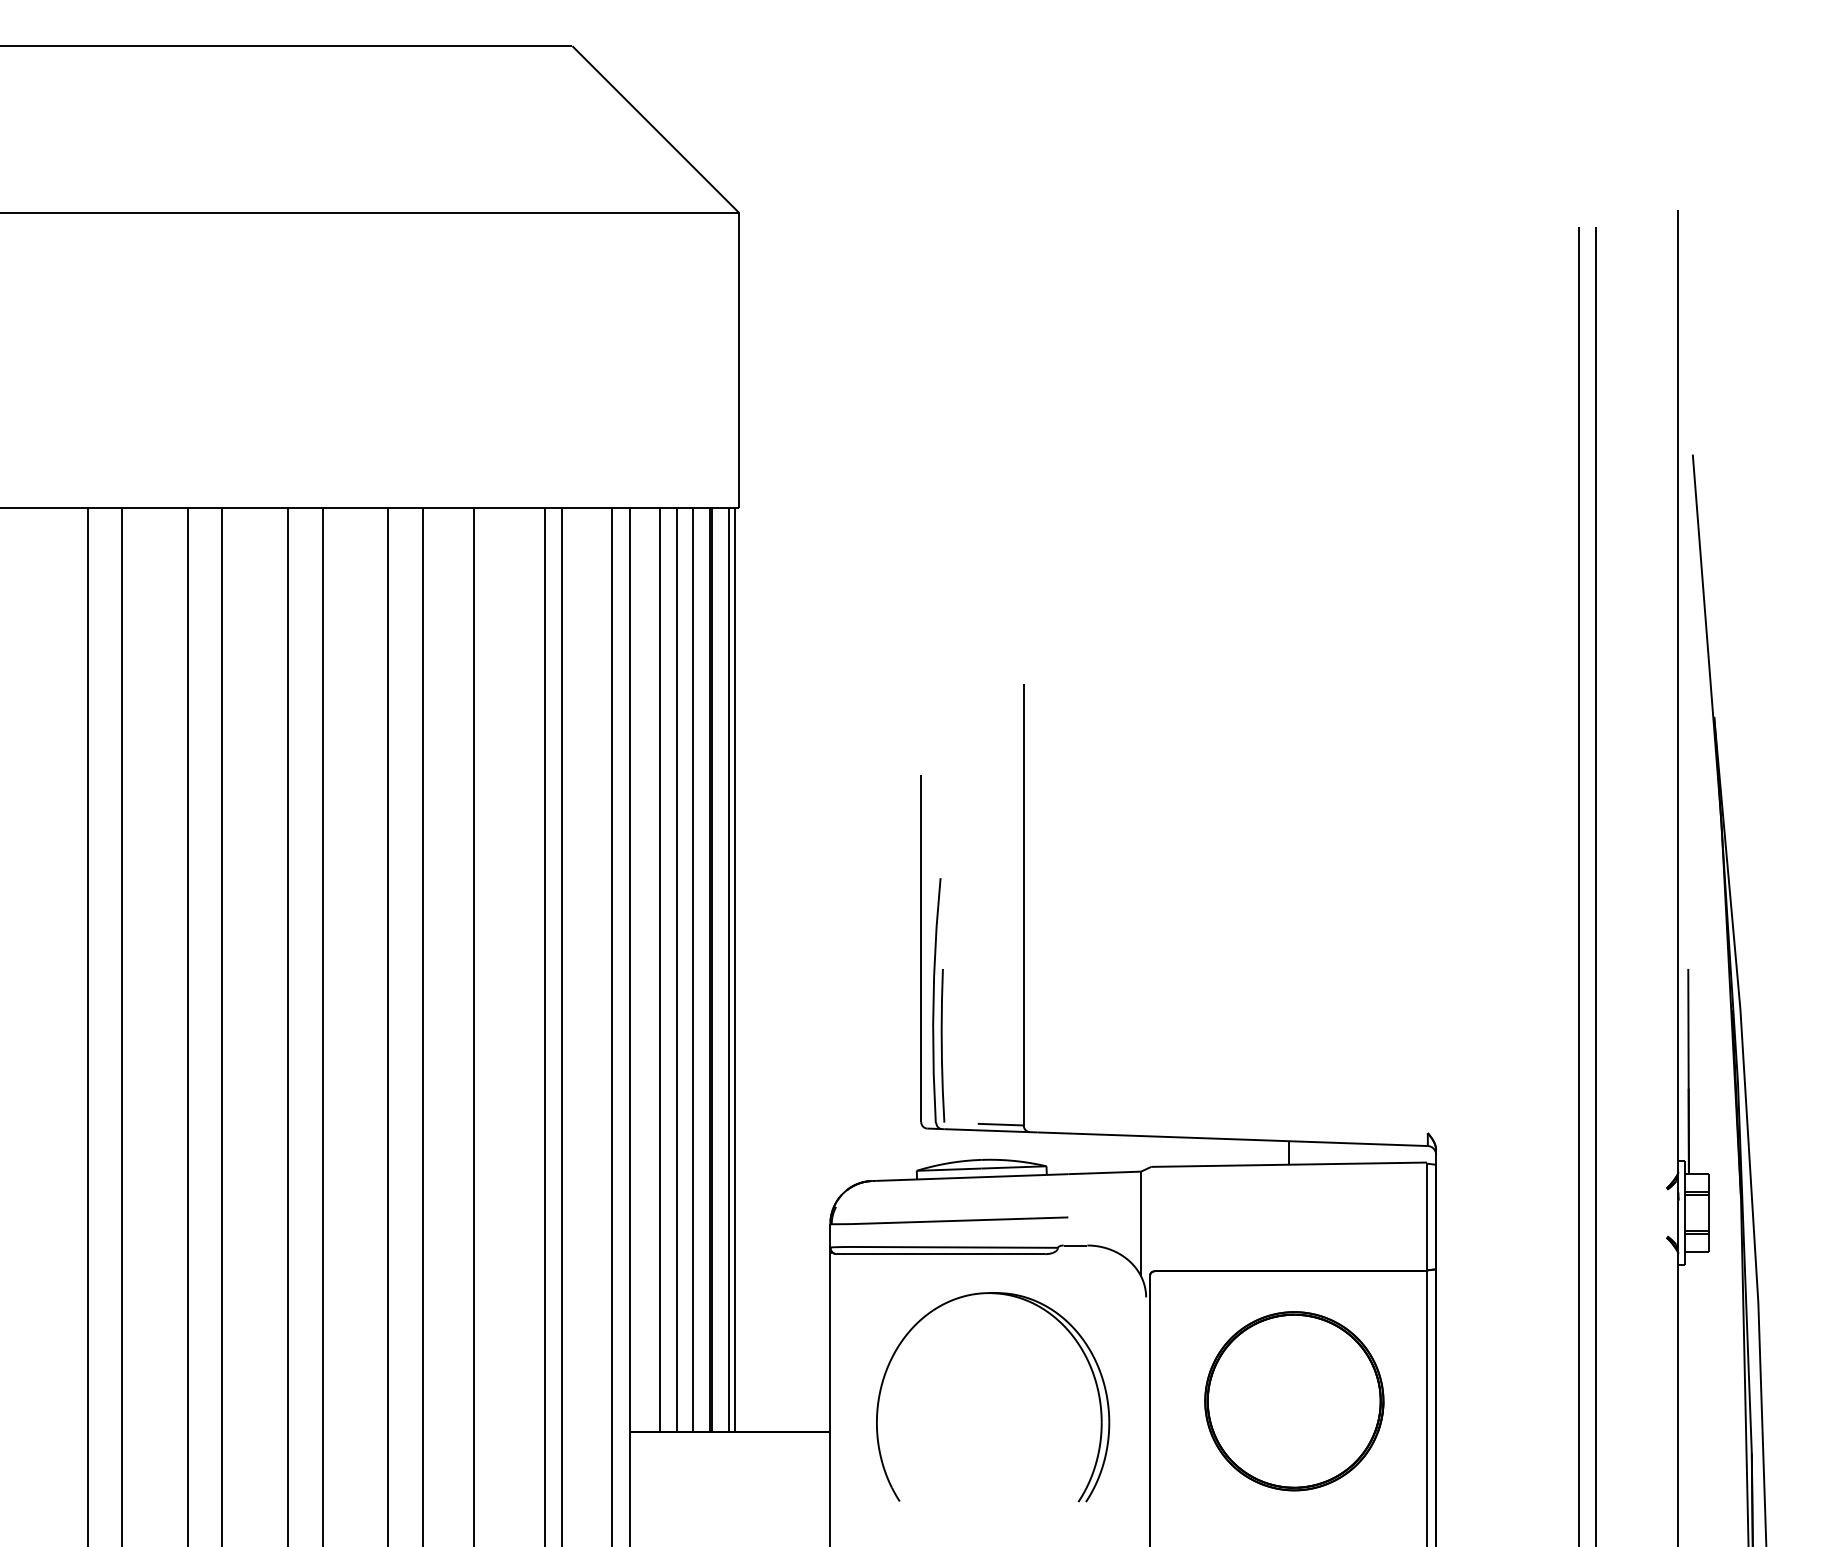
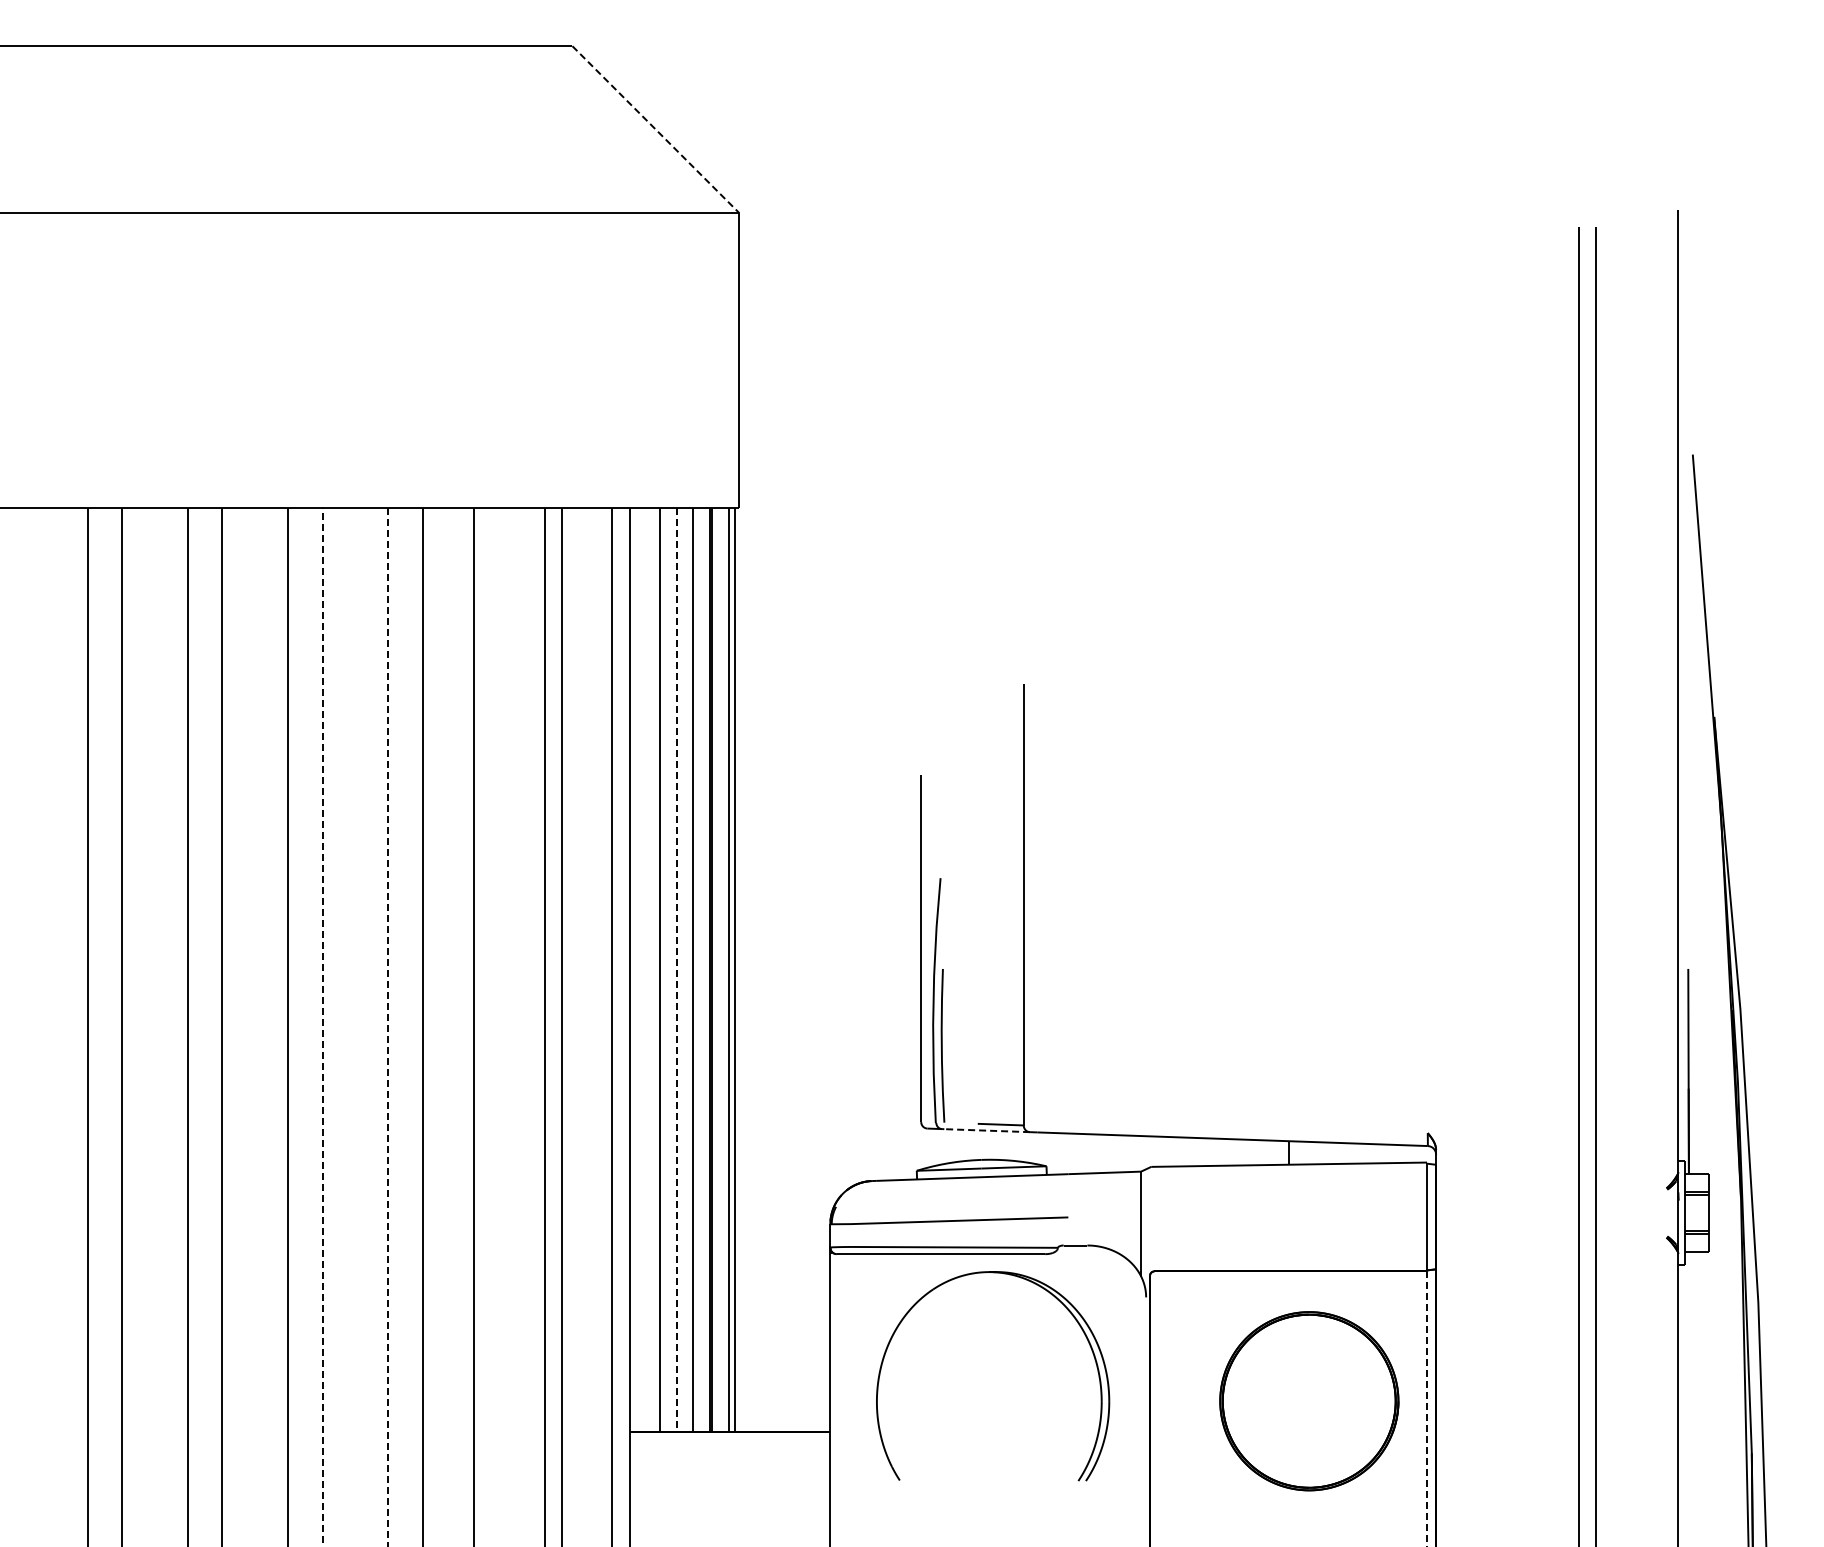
line at (656, 130): solid -> dashed
line at (677, 970): solid -> dashed
line at (322, 1027): solid -> dashed
line at (388, 1028): solid -> dashed
line at (987, 1130): solid -> dashed
part at (1066, 1330) position: (1066, 1330) -> (1066, 1309)
part at (1294, 1401) position: (1294, 1401) -> (1309, 1401)
line at (1427, 1409): solid -> dashed
